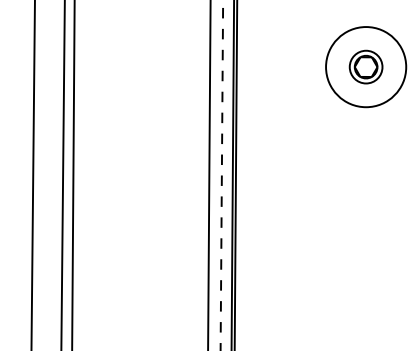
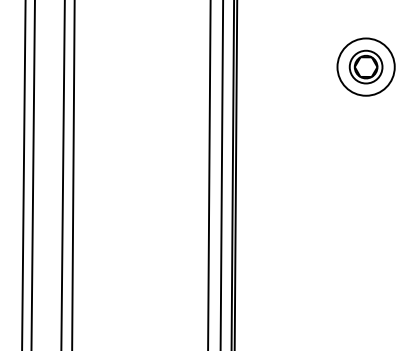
circle at (366, 67) diameter: 80 px -> 57 px
line at (23, 174): none -> present
line at (221, 175): dashed -> solid
